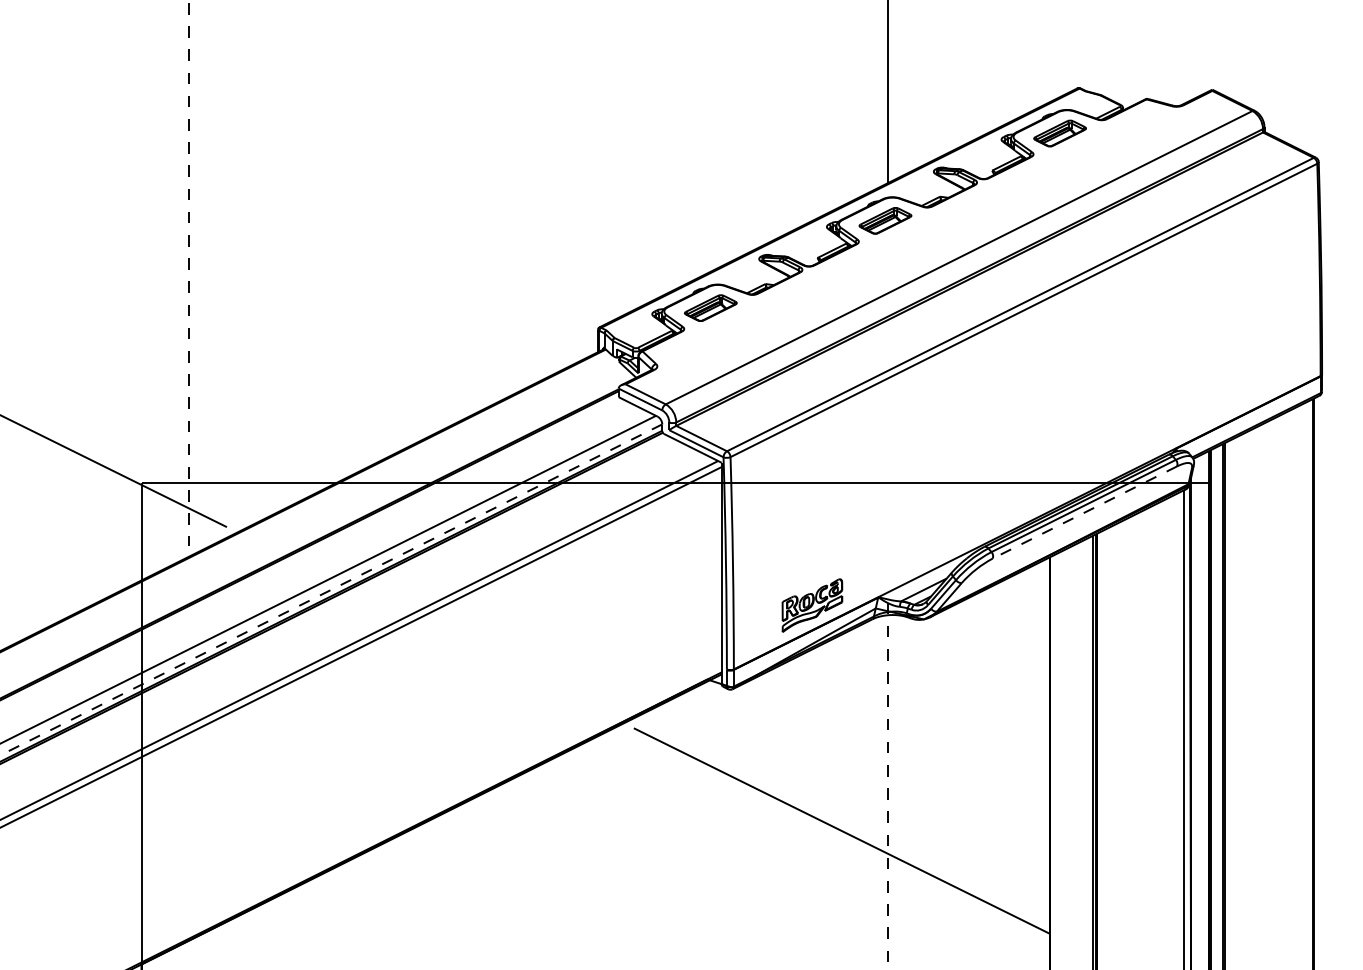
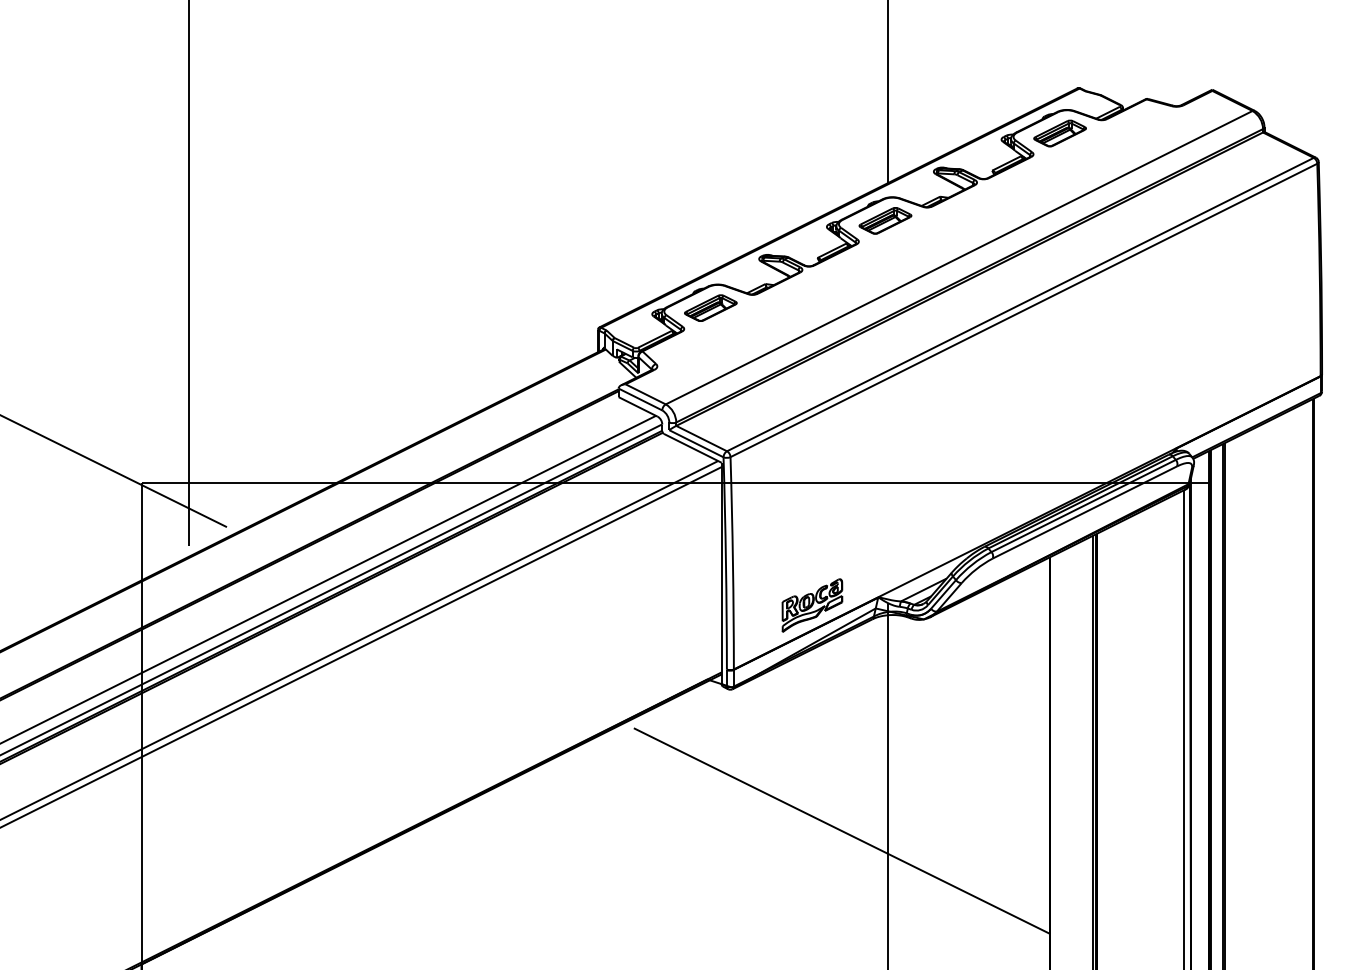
line at (189, 273): dashed -> solid
line at (1084, 512): dashed -> solid
line at (331, 589): dashed -> solid
line at (888, 785): dashed -> solid
